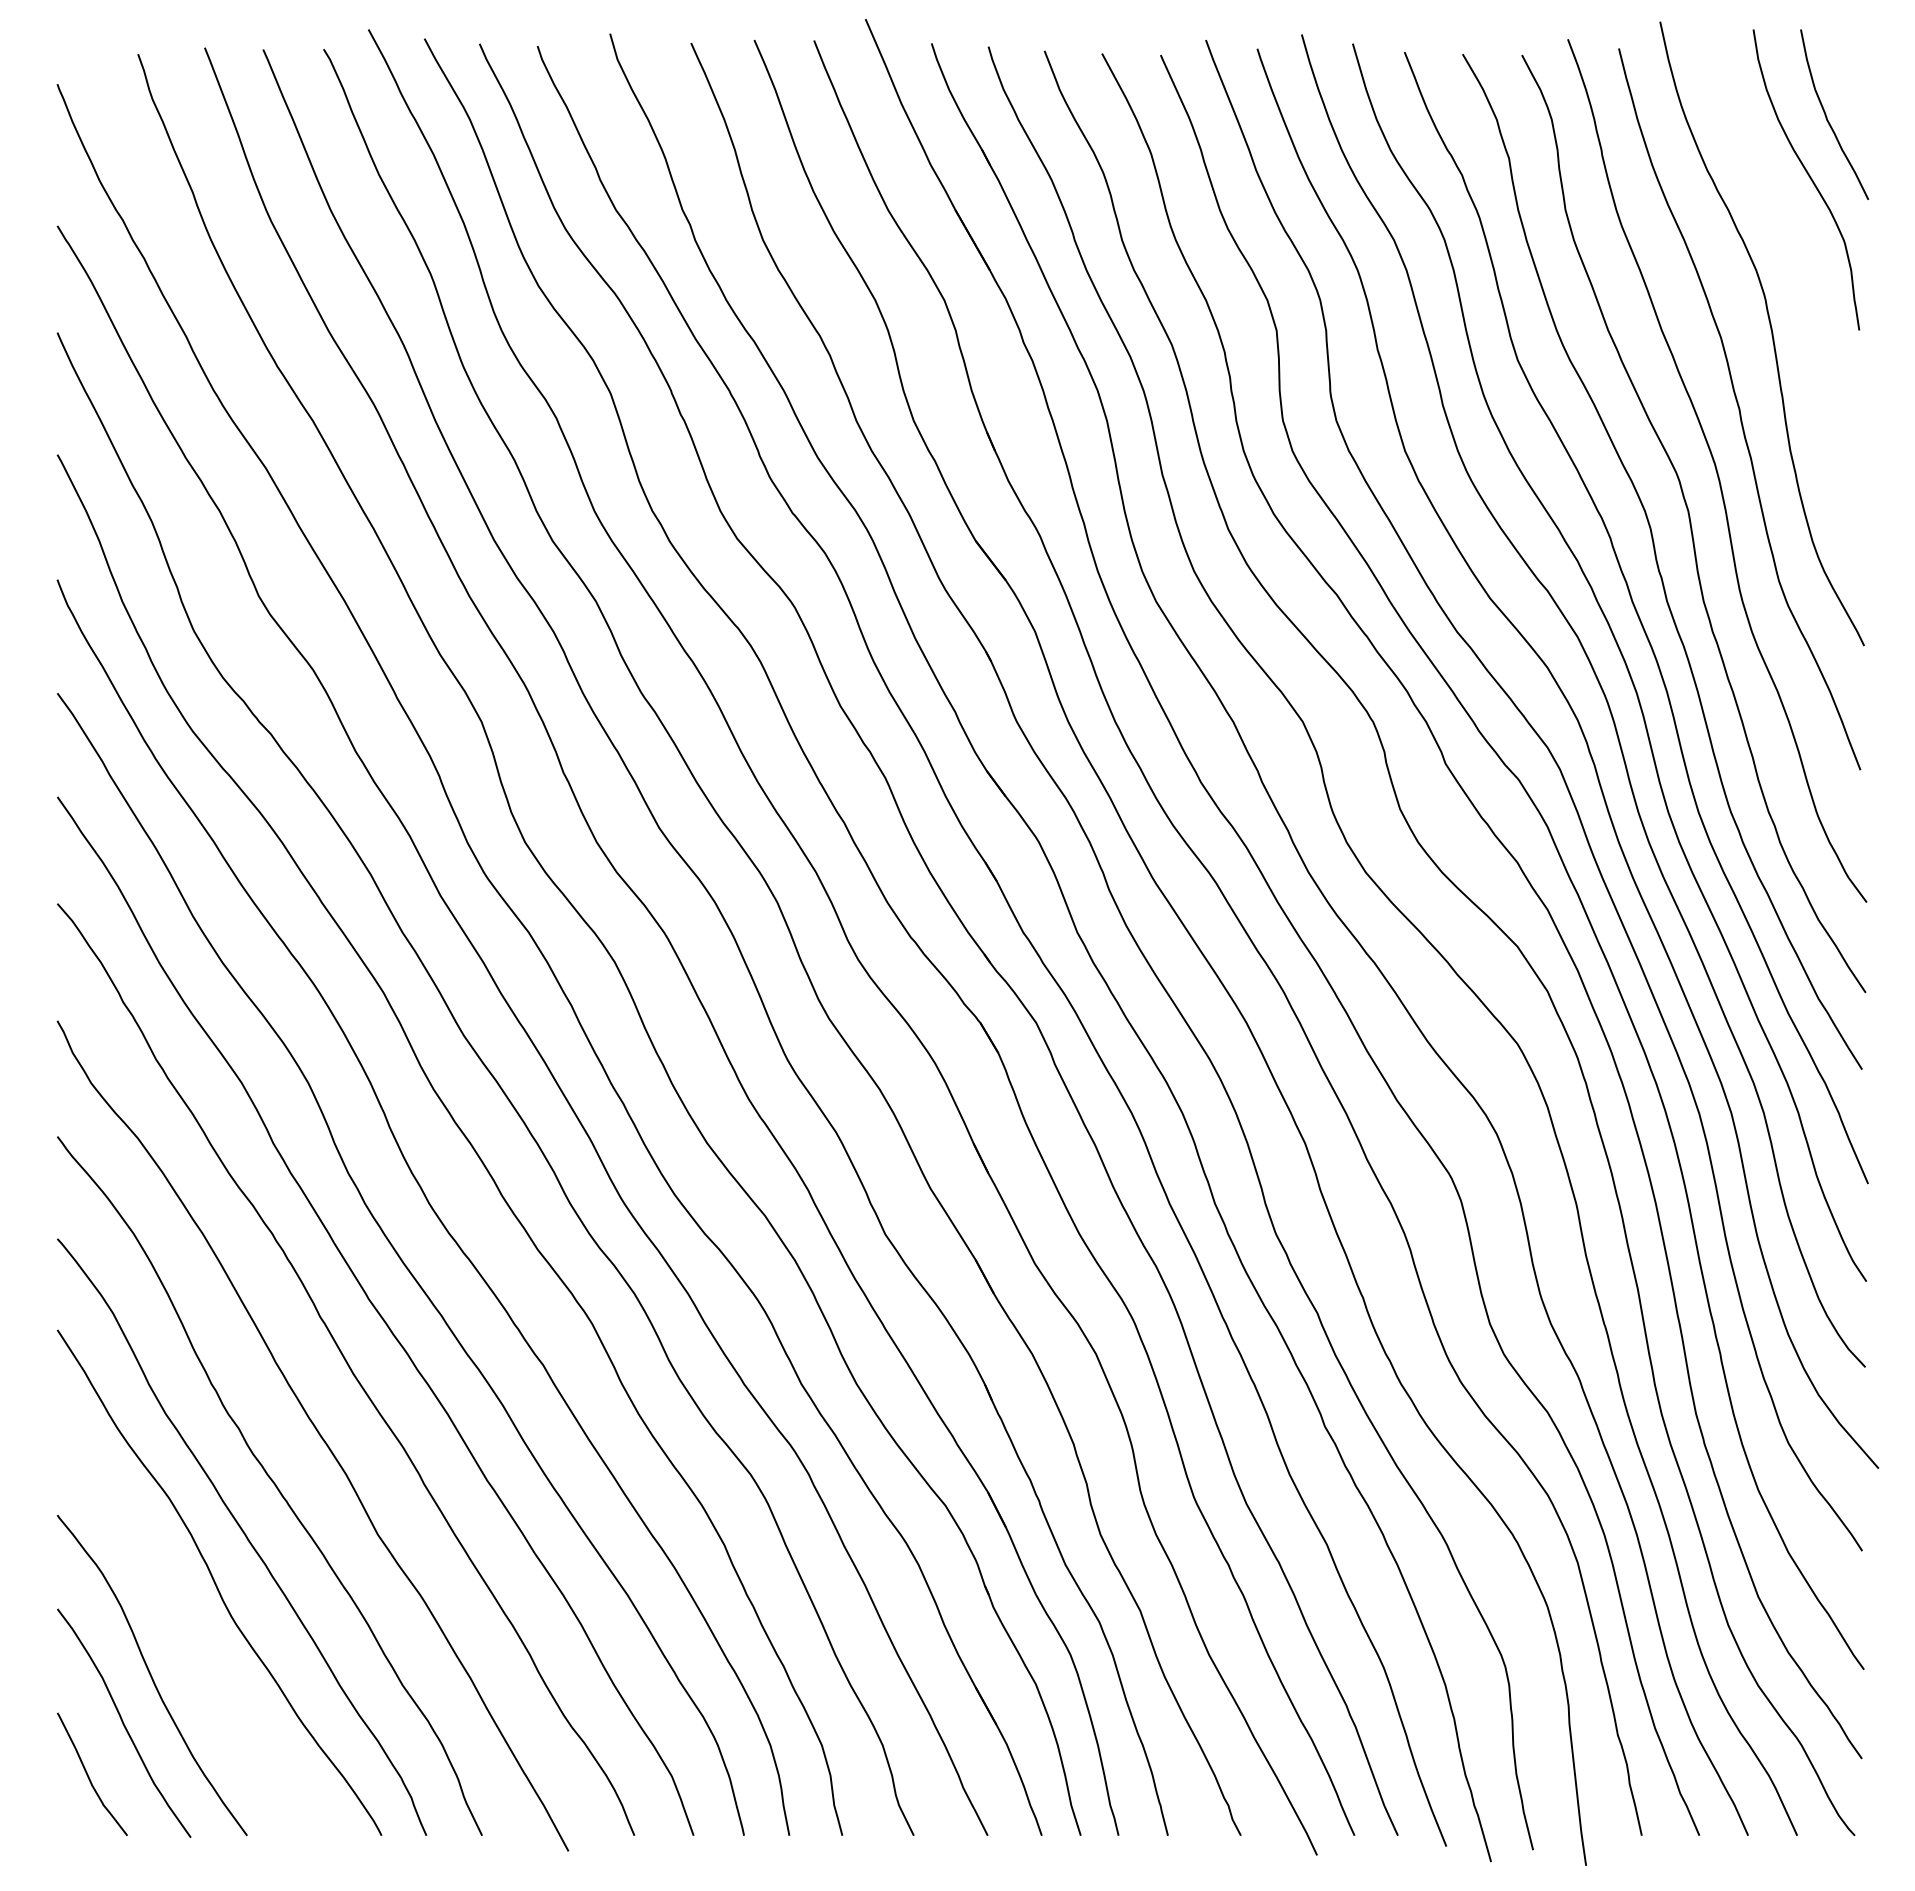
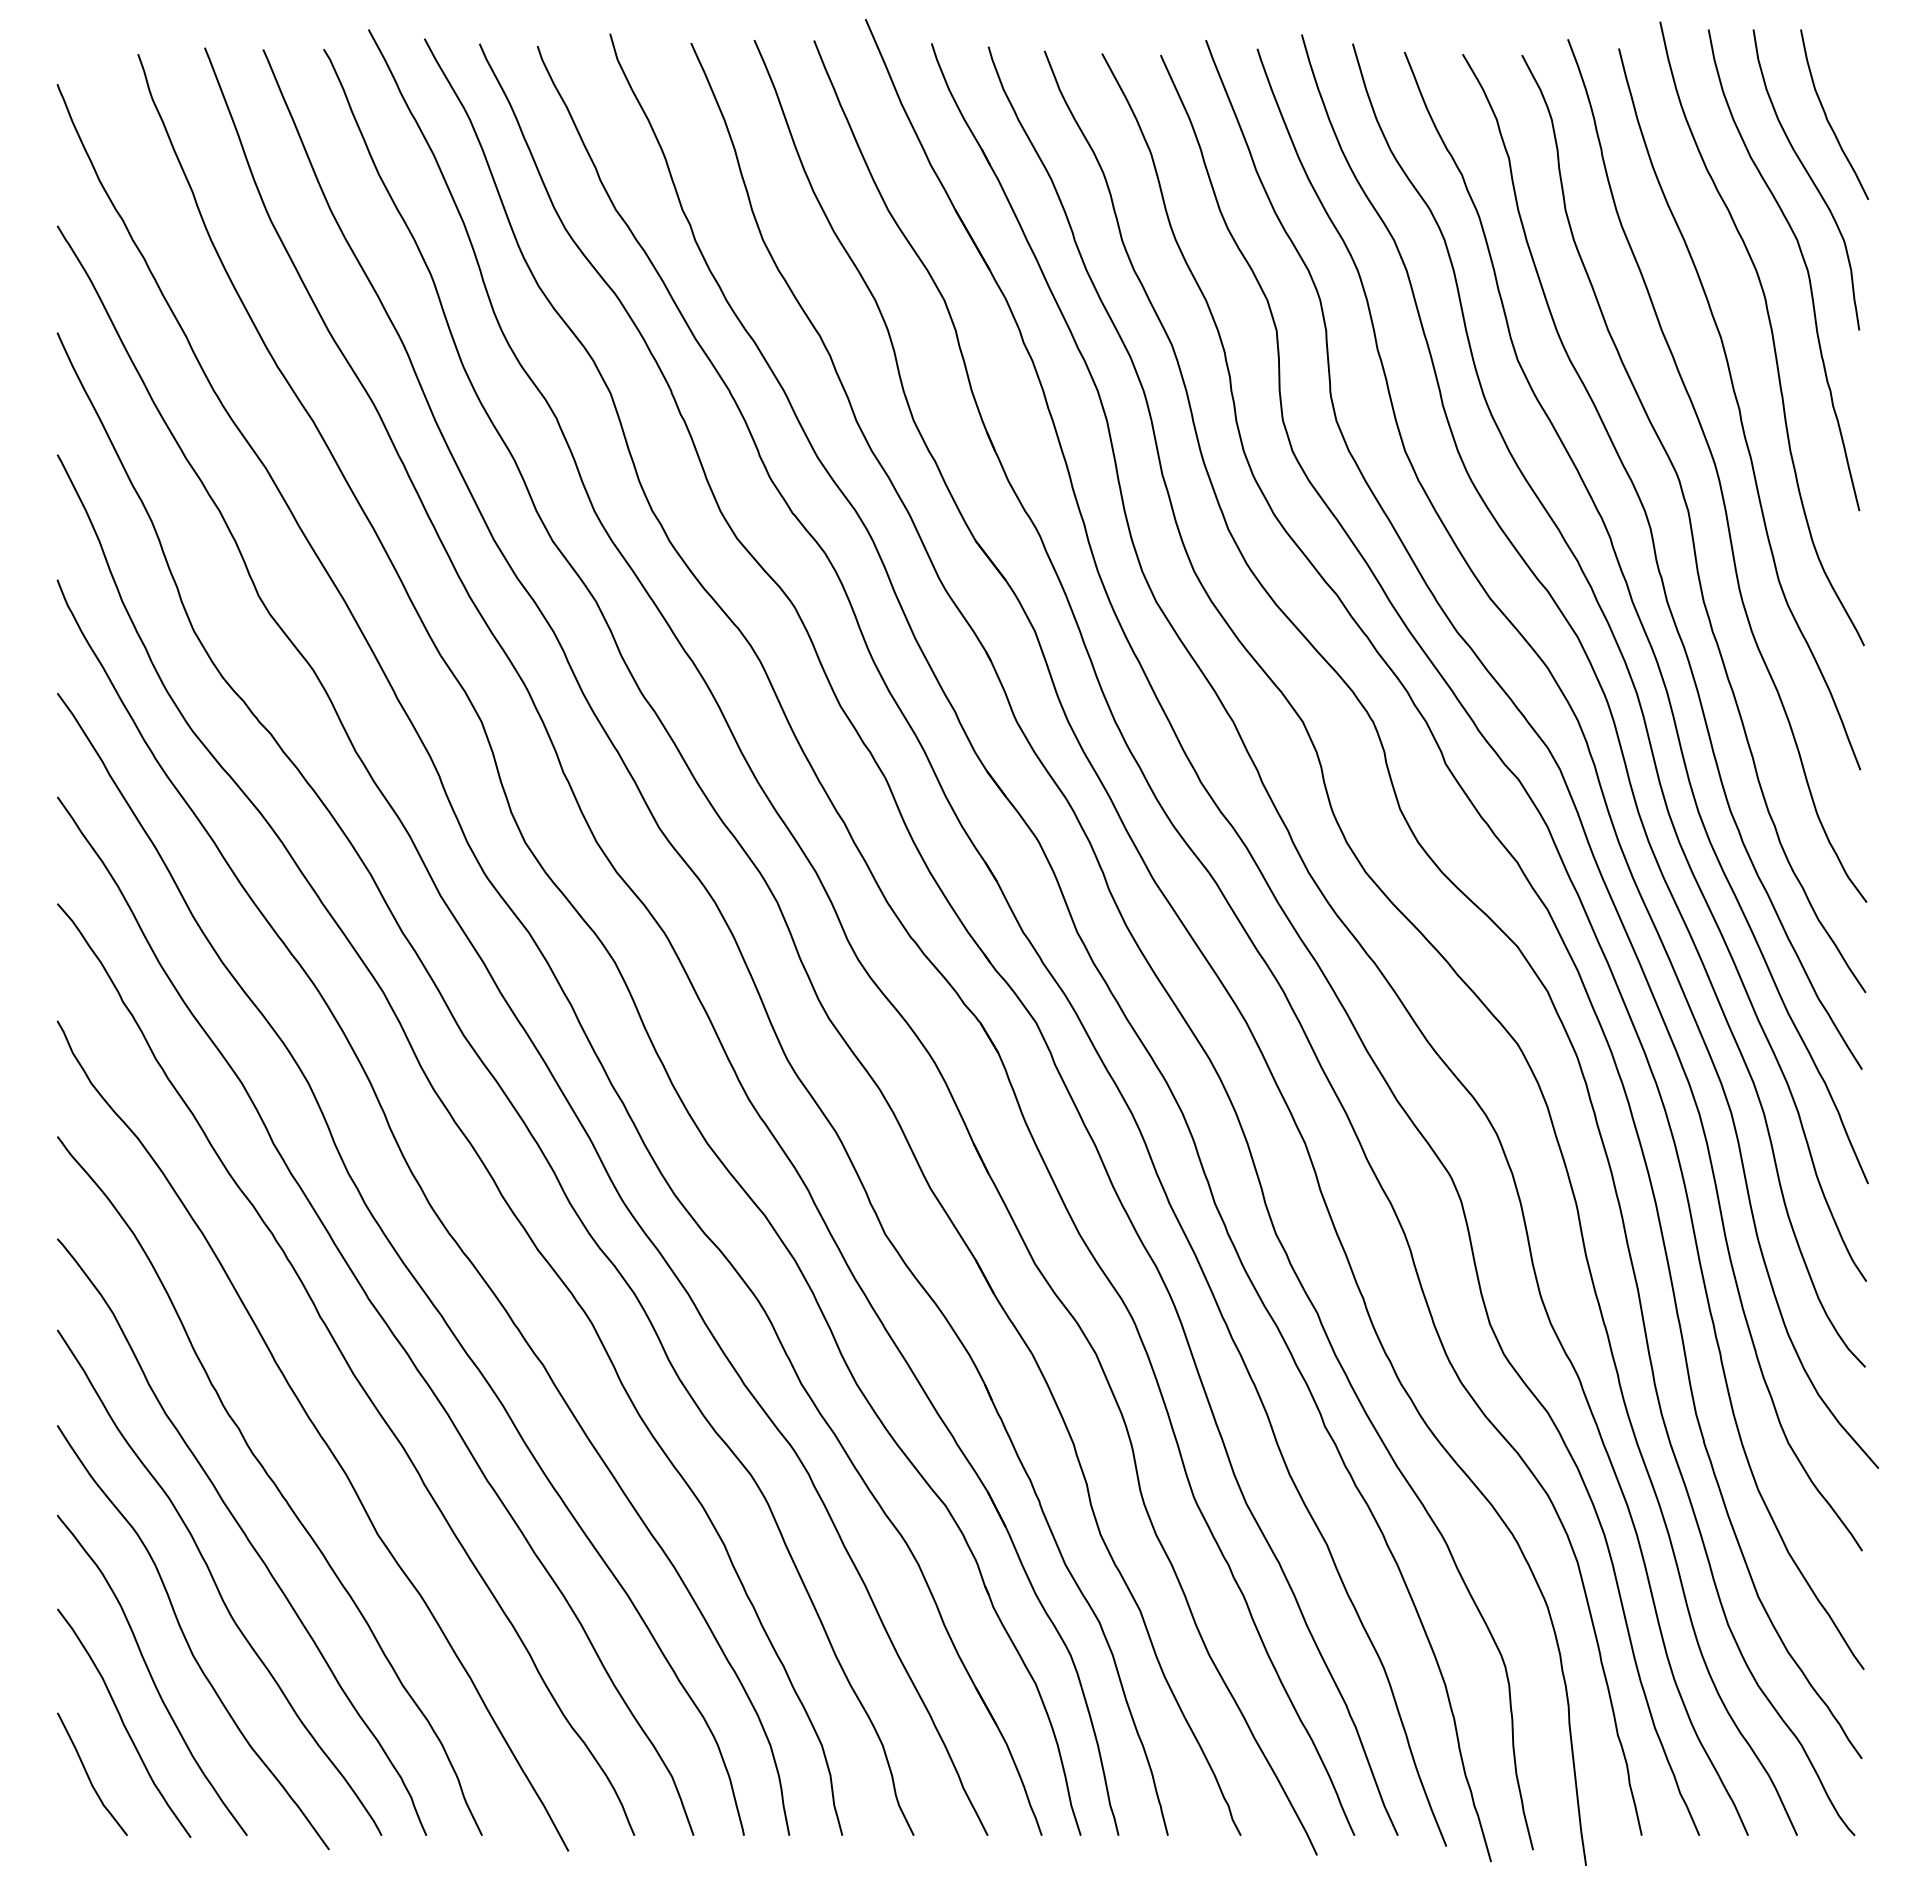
curve at (1804, 264): none -> present
curve at (187, 1640): none -> present
